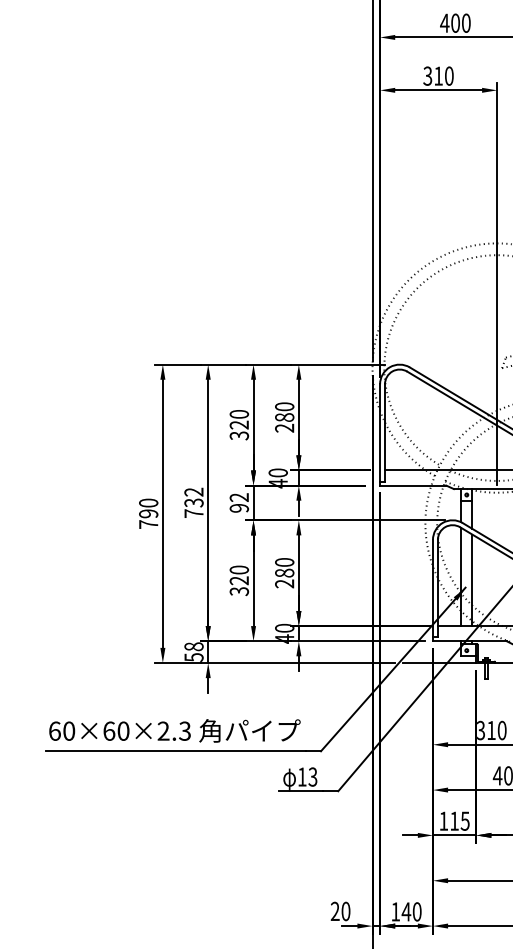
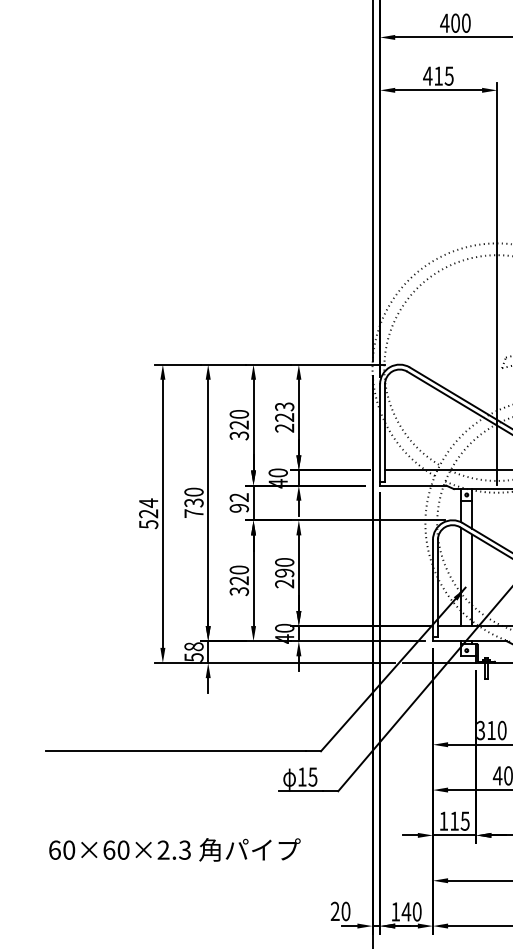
text at (438, 75): 310 -> 415
text at (284, 411): 280 -> 223
text at (193, 491): 732 -> 730
text at (148, 513): 790 -> 524
text at (284, 572): 280 -> 290
text at (174, 730) position: (174, 730) -> (174, 849)
text at (313, 776): 13 -> 15
